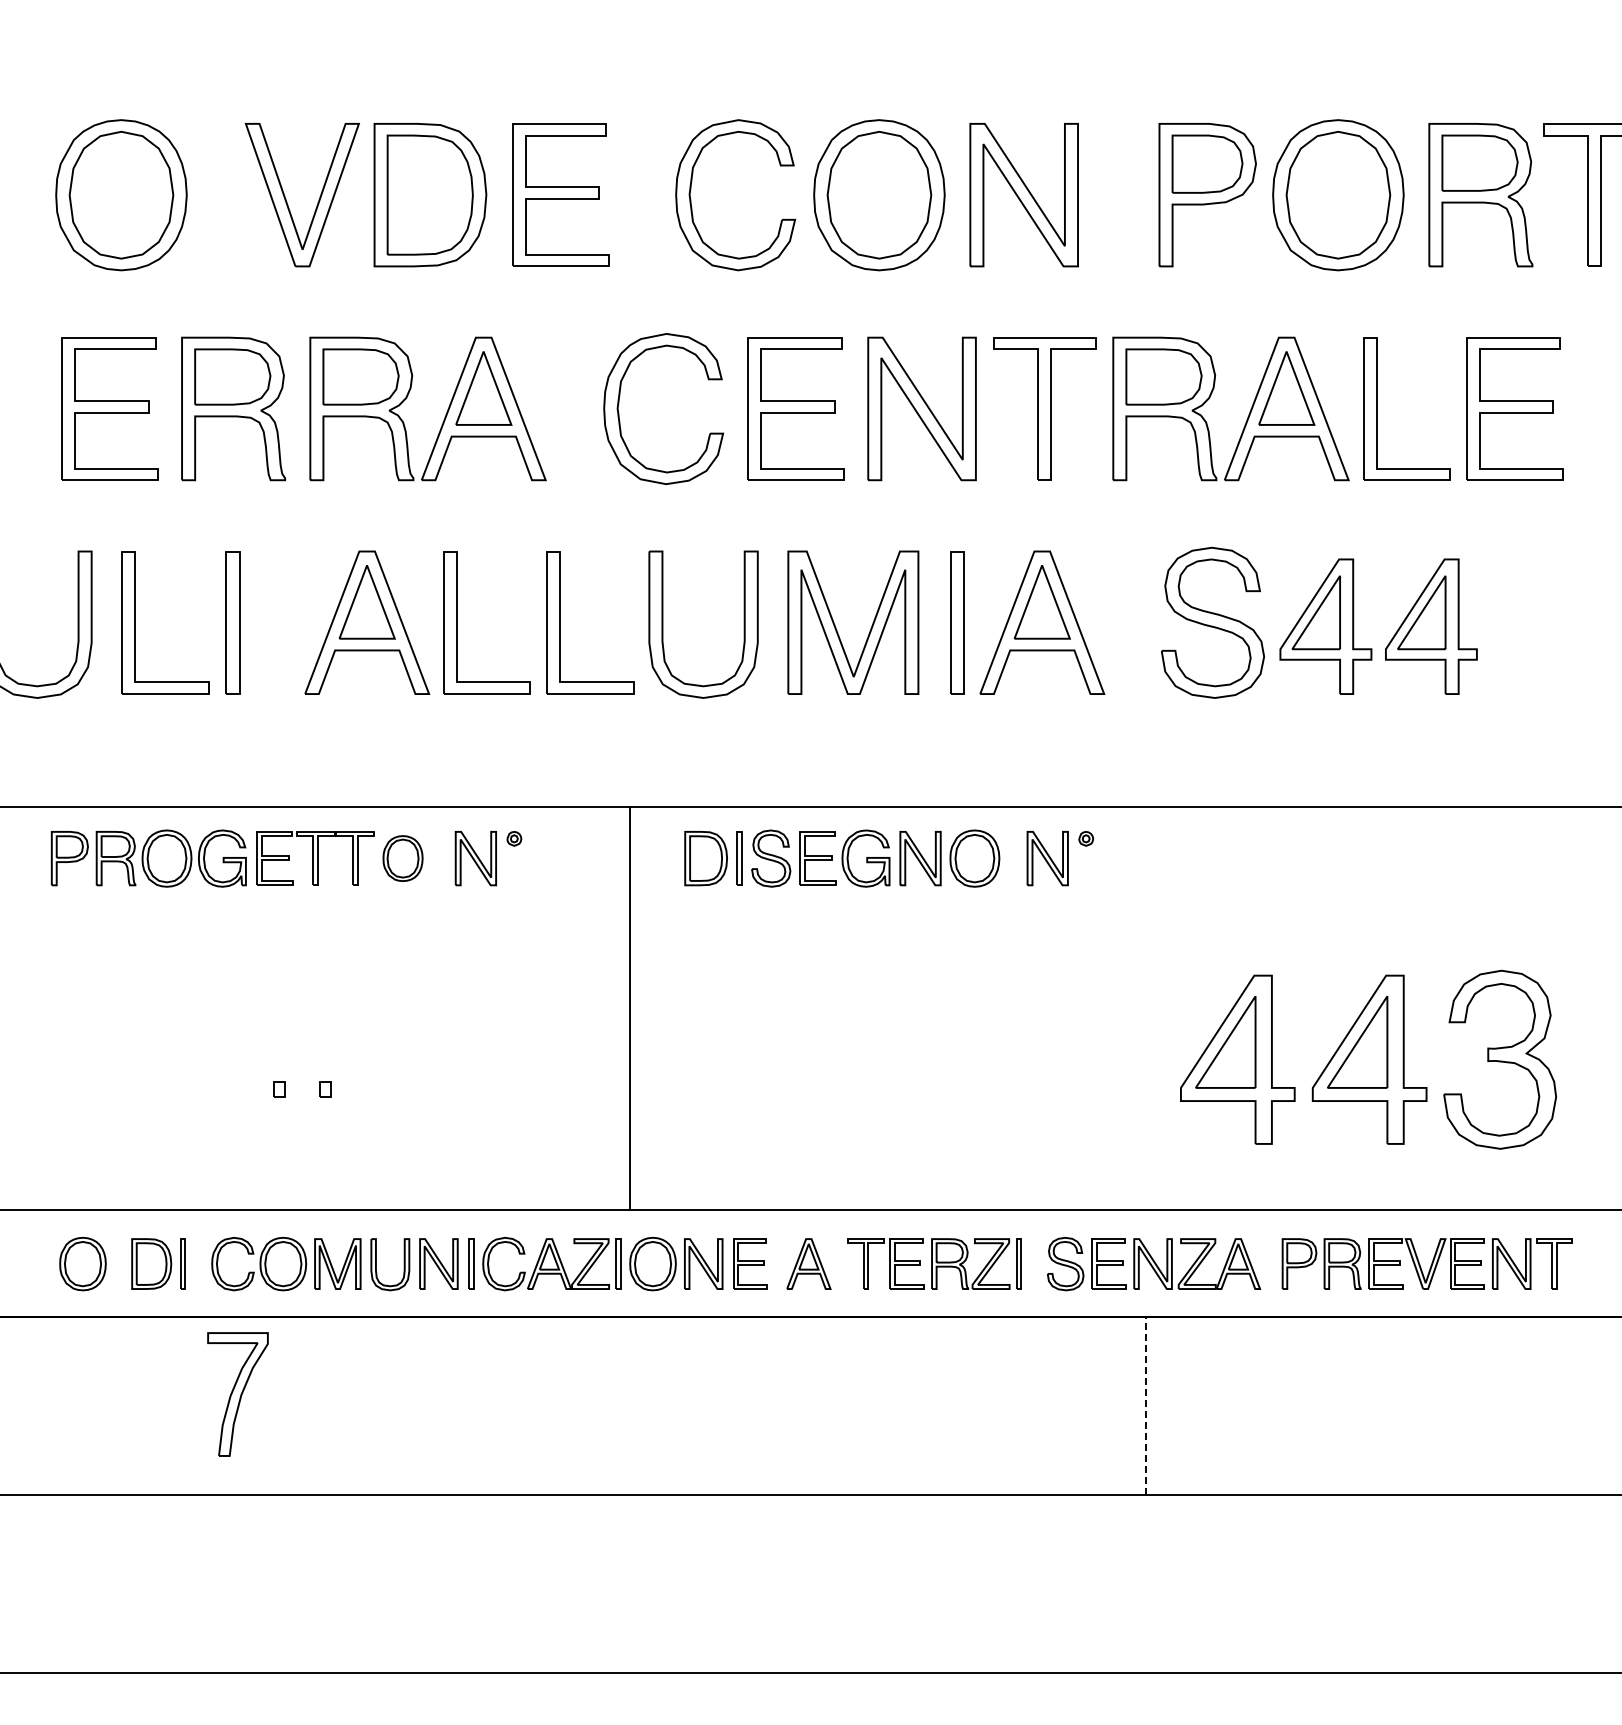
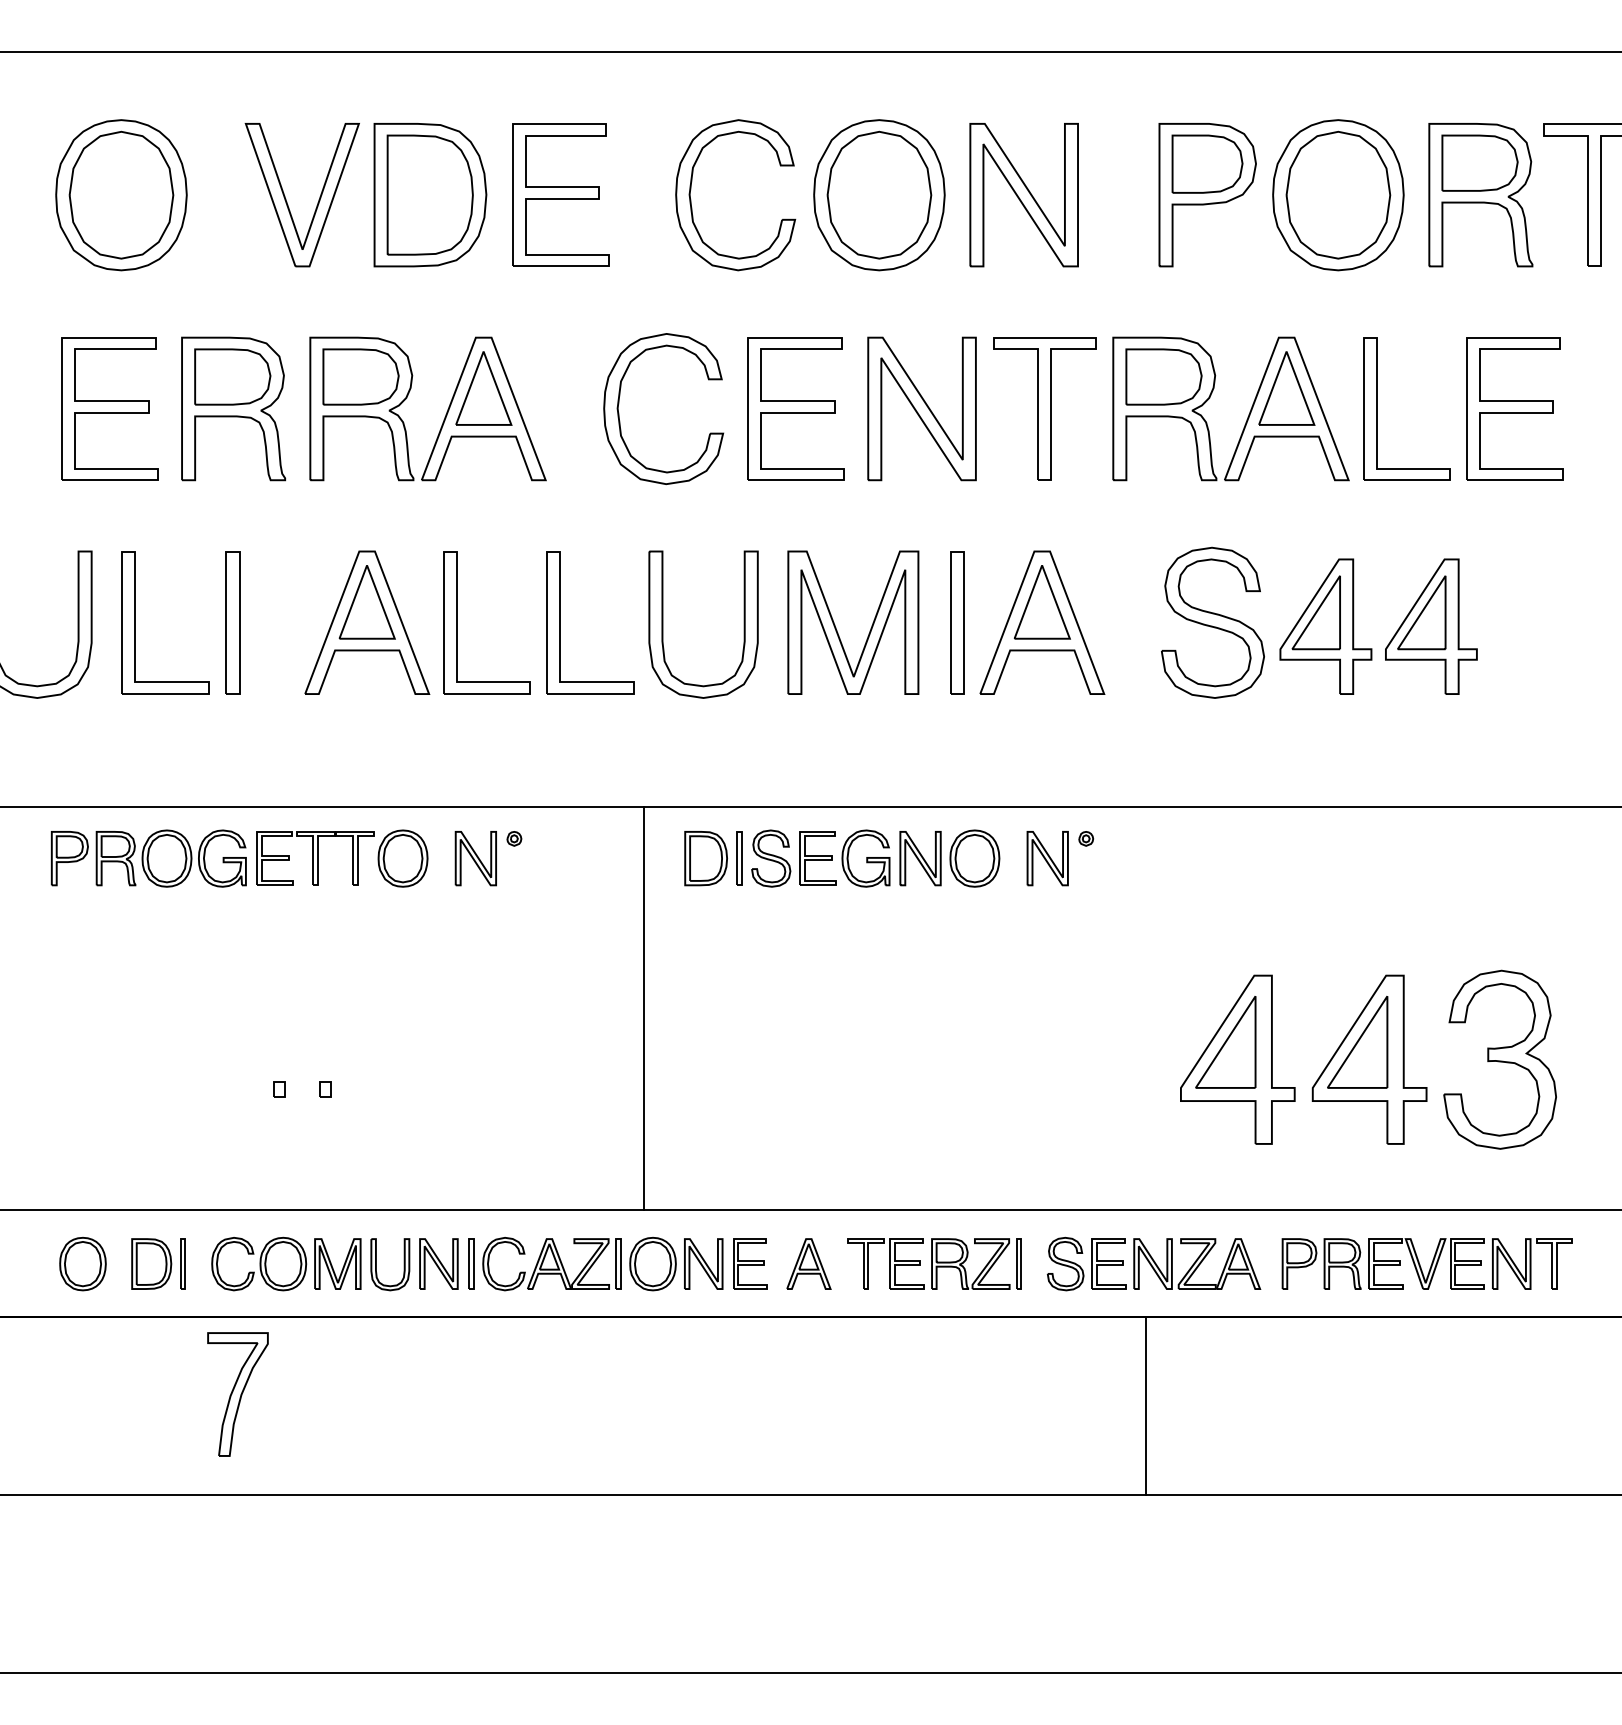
line at (810, 51): none -> present
part at (402, 858) size: 42x47 px -> 52x59 px
line at (629, 1008) position: (629, 1008) -> (643, 1008)
line at (1146, 1405): dashed -> solid
